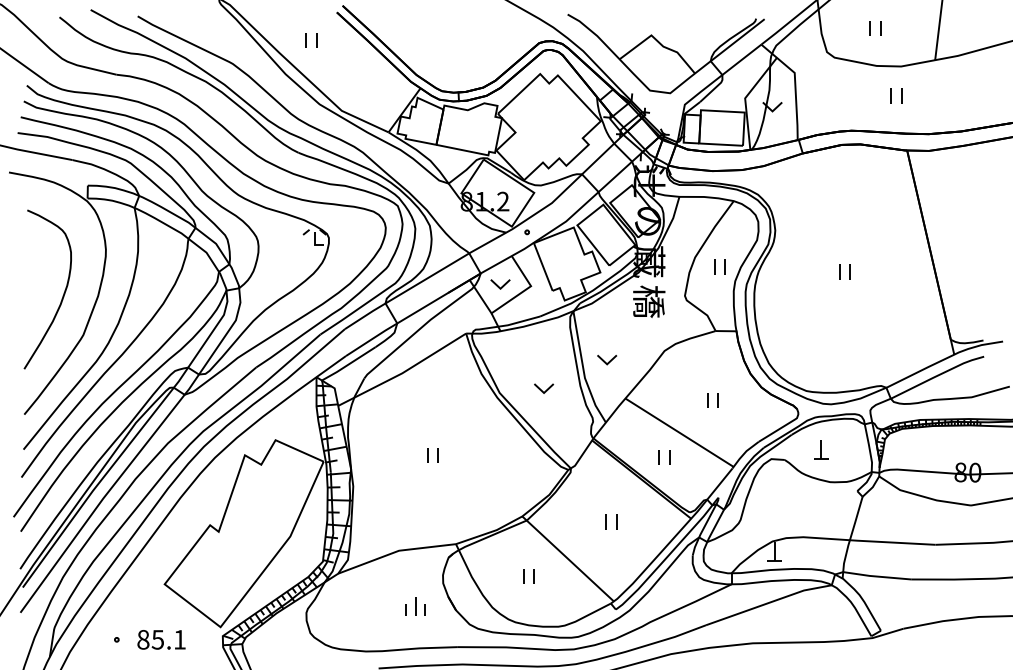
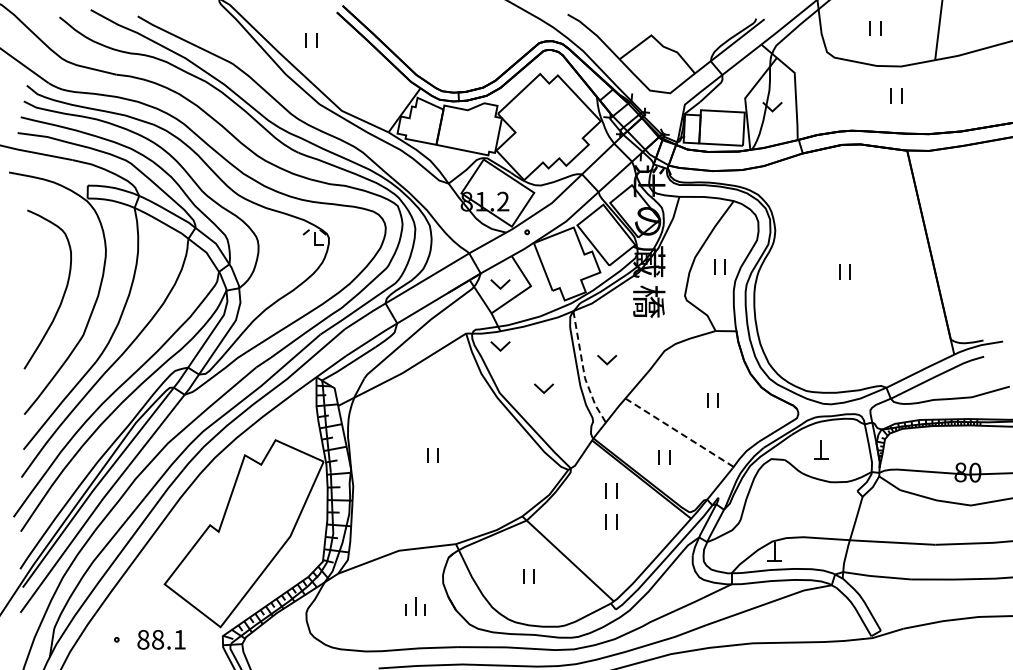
part at (500, 346): none -> present
line at (583, 370): solid -> dashed
line at (679, 433): solid -> dashed
part at (611, 490): none -> present
text at (157, 639): 85.1 -> 88.1
